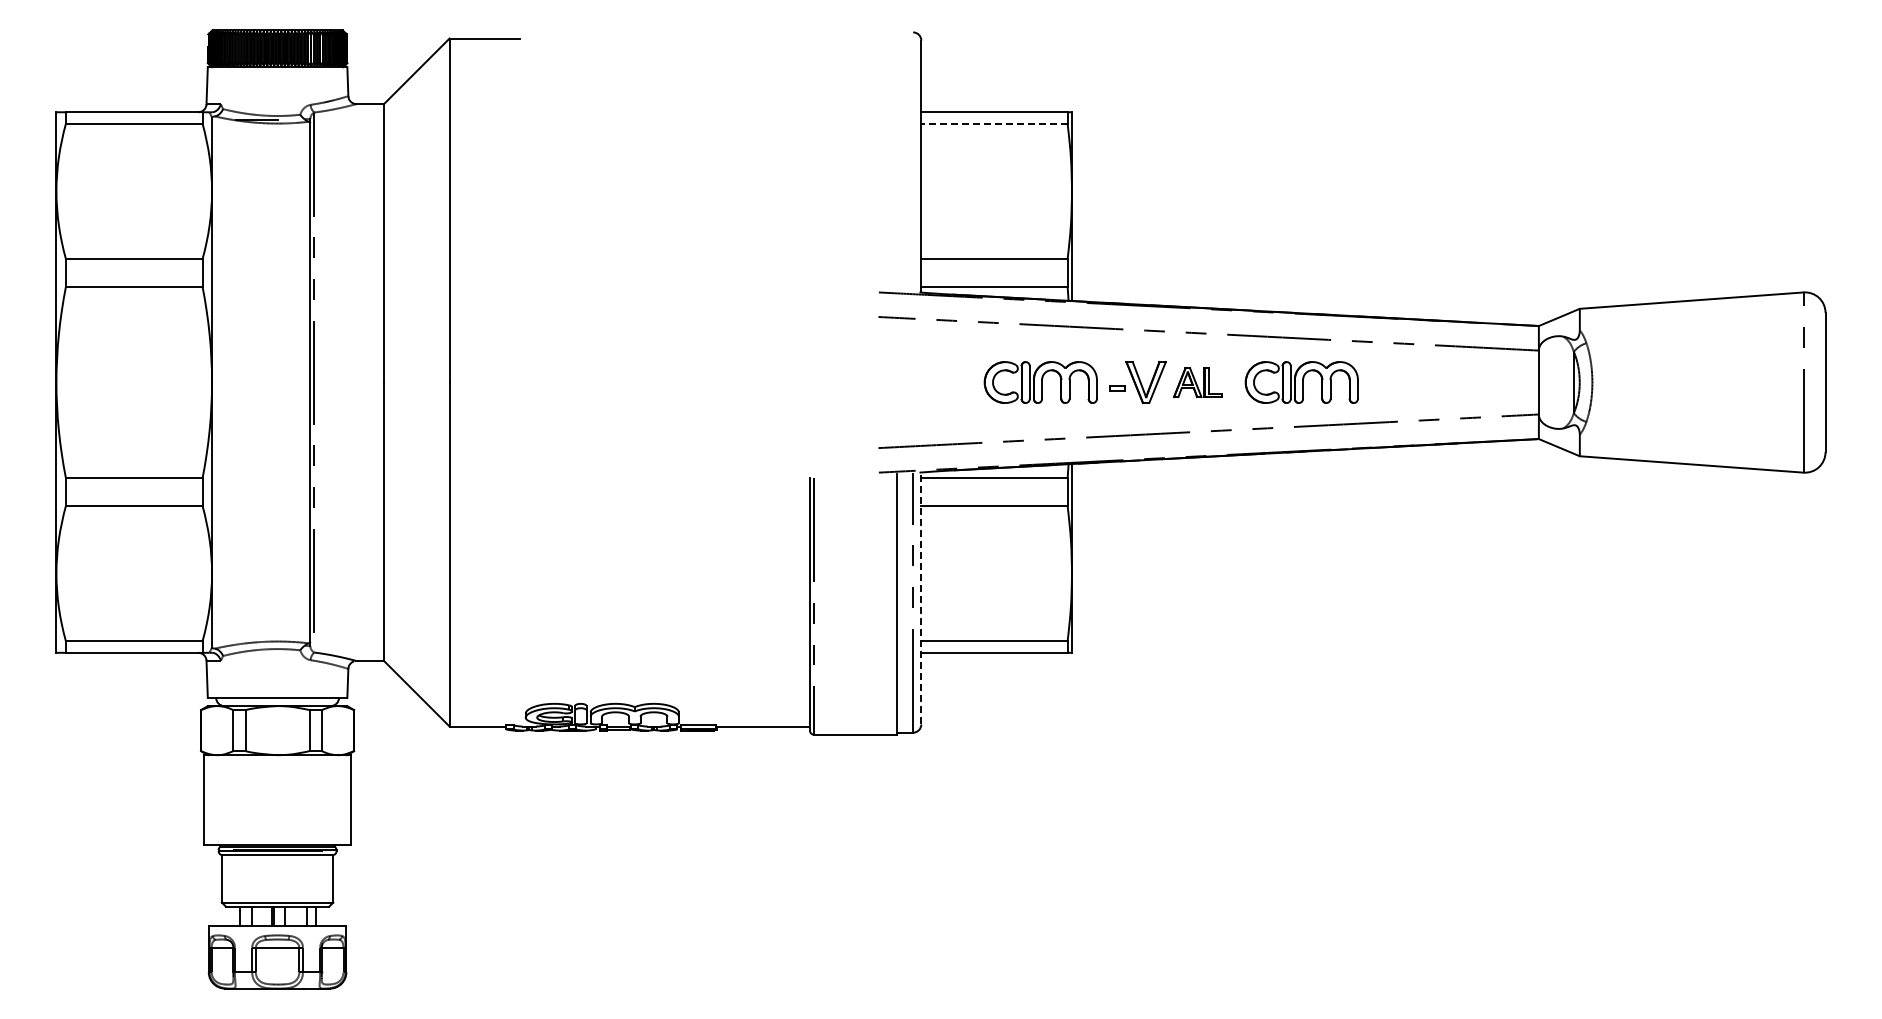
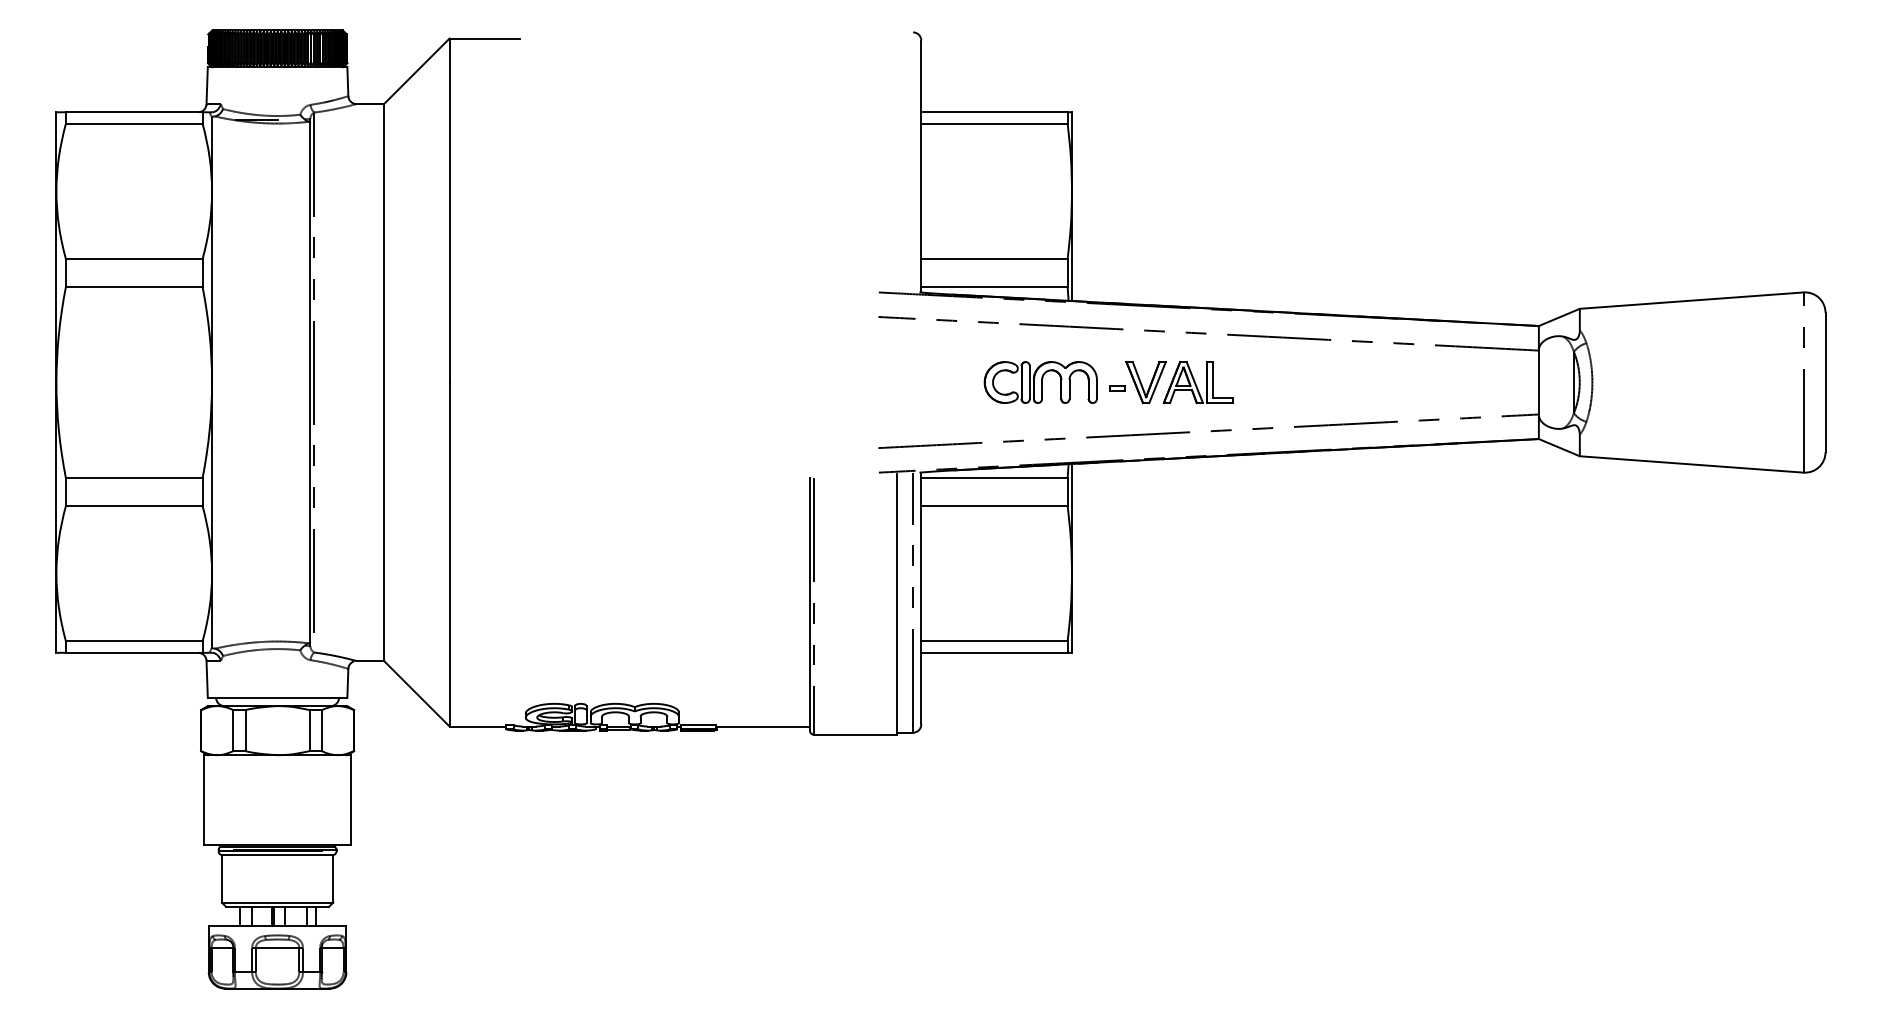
line at (994, 123): dashed -> solid
part at (1197, 382) size: 50x32 px -> 72x44 px
part at (1301, 382): present -> none
line at (921, 598): dashed -> solid
